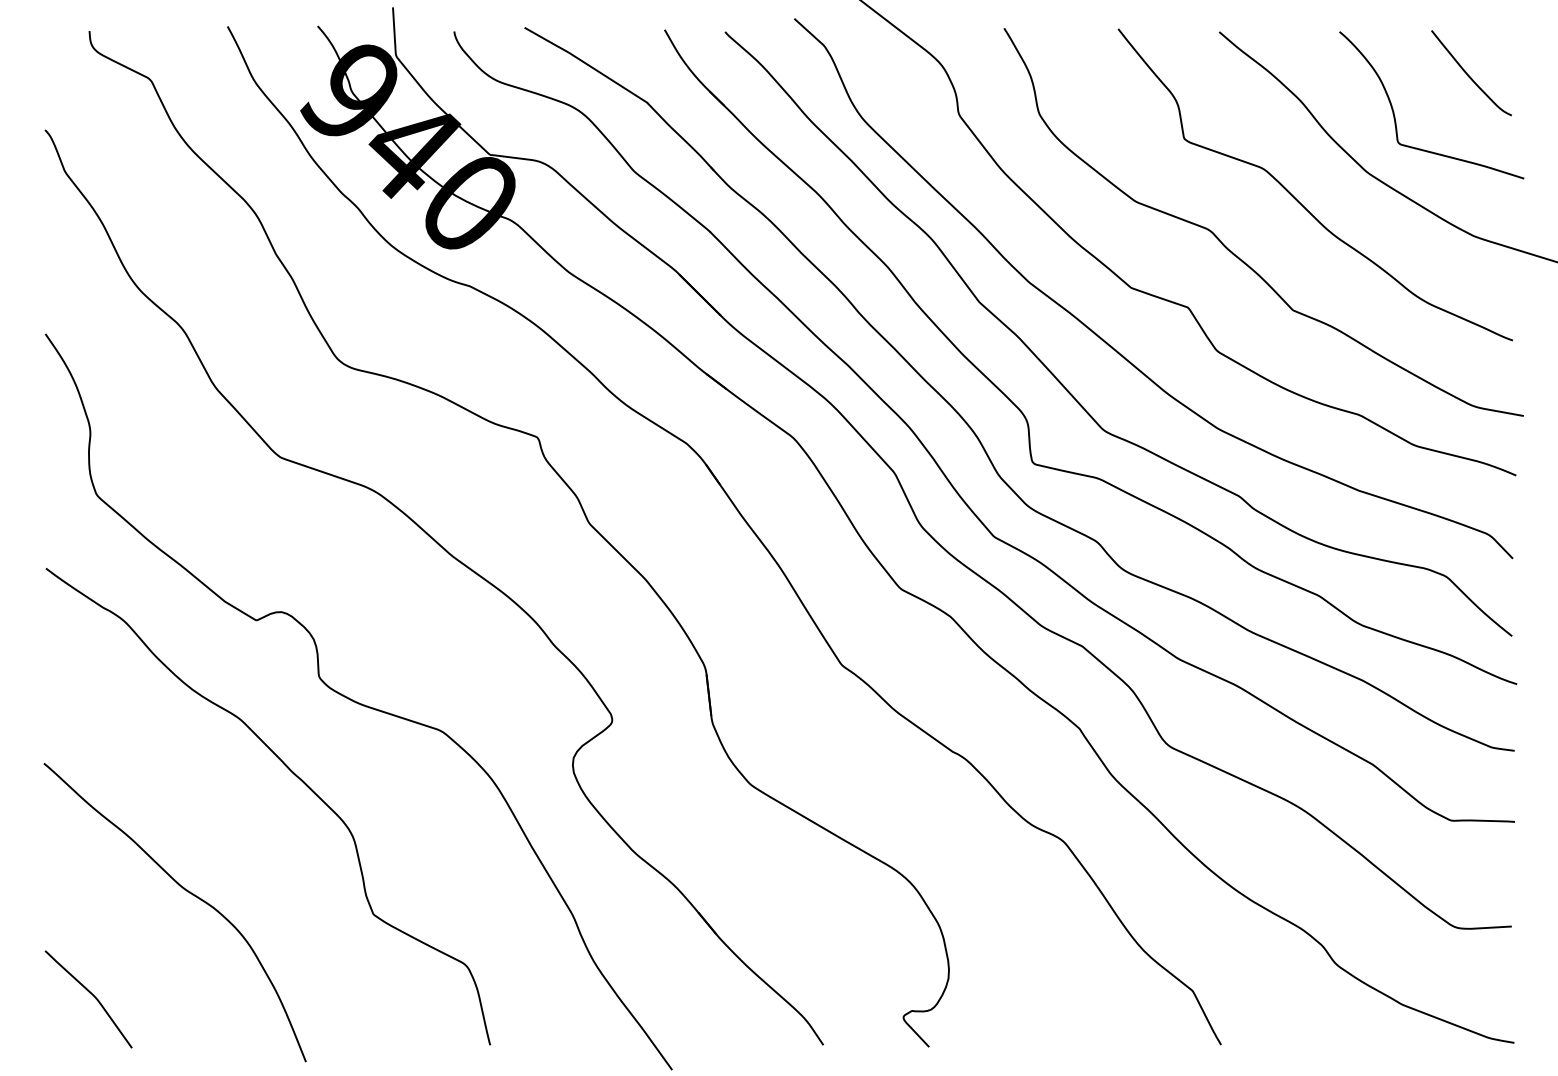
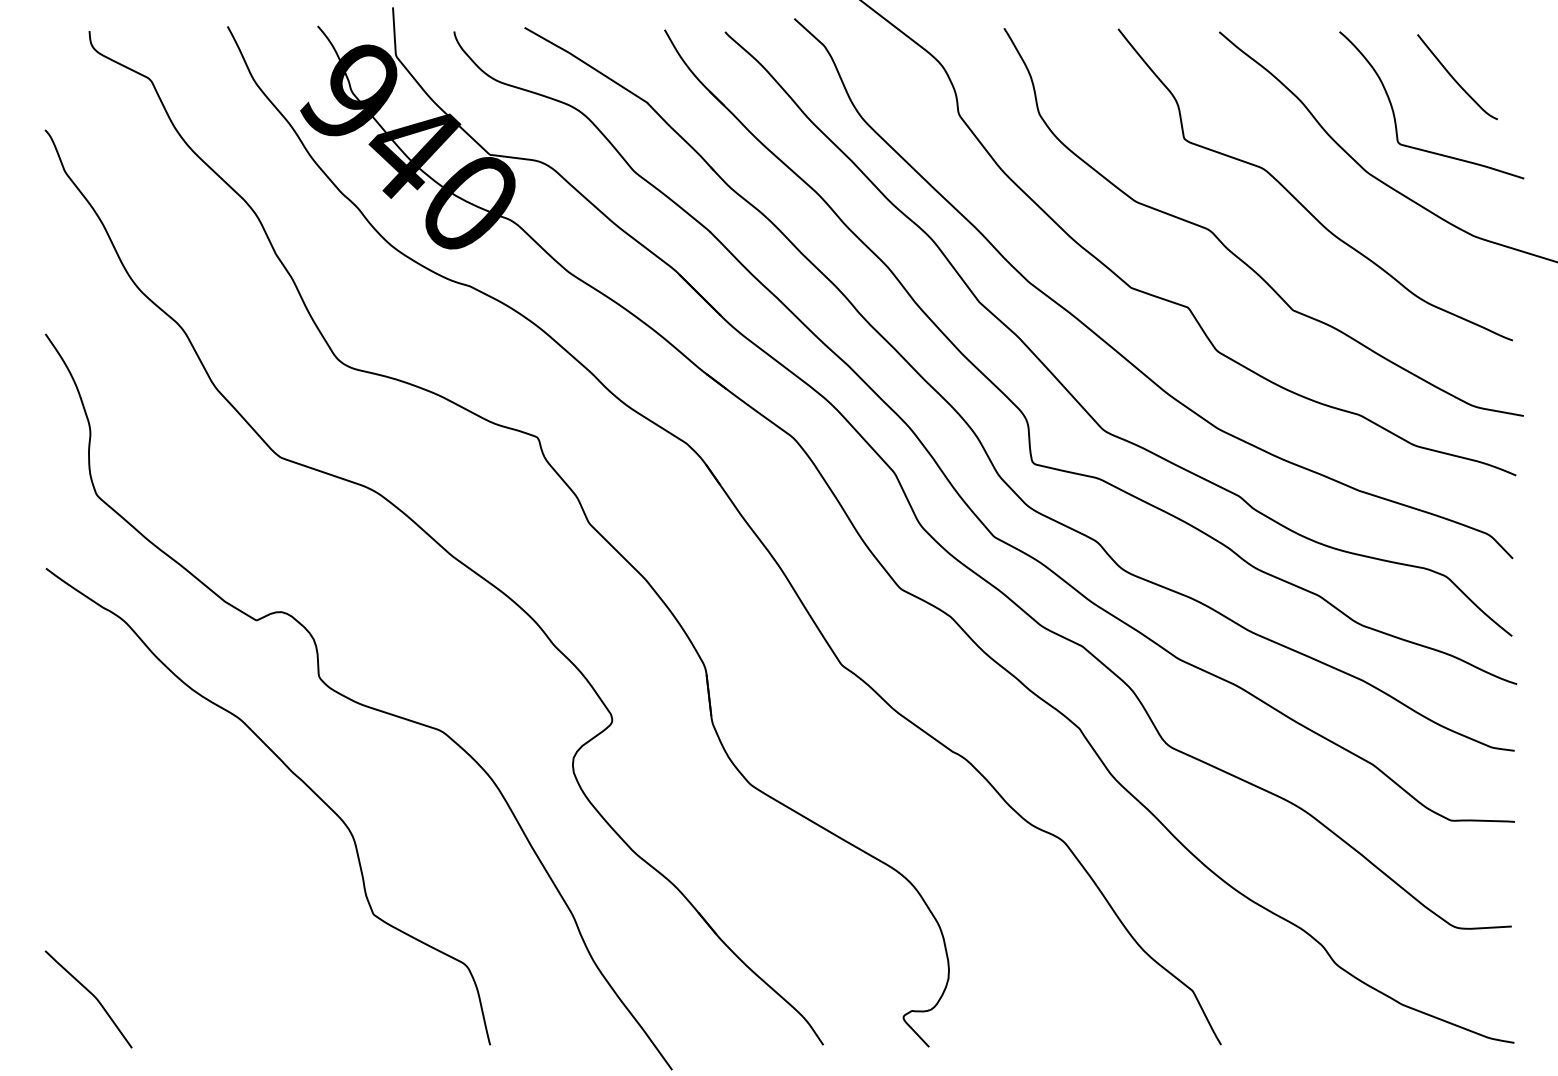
curve at (1469, 75) position: (1469, 75) -> (1455, 79)
curve at (187, 892): present -> none
